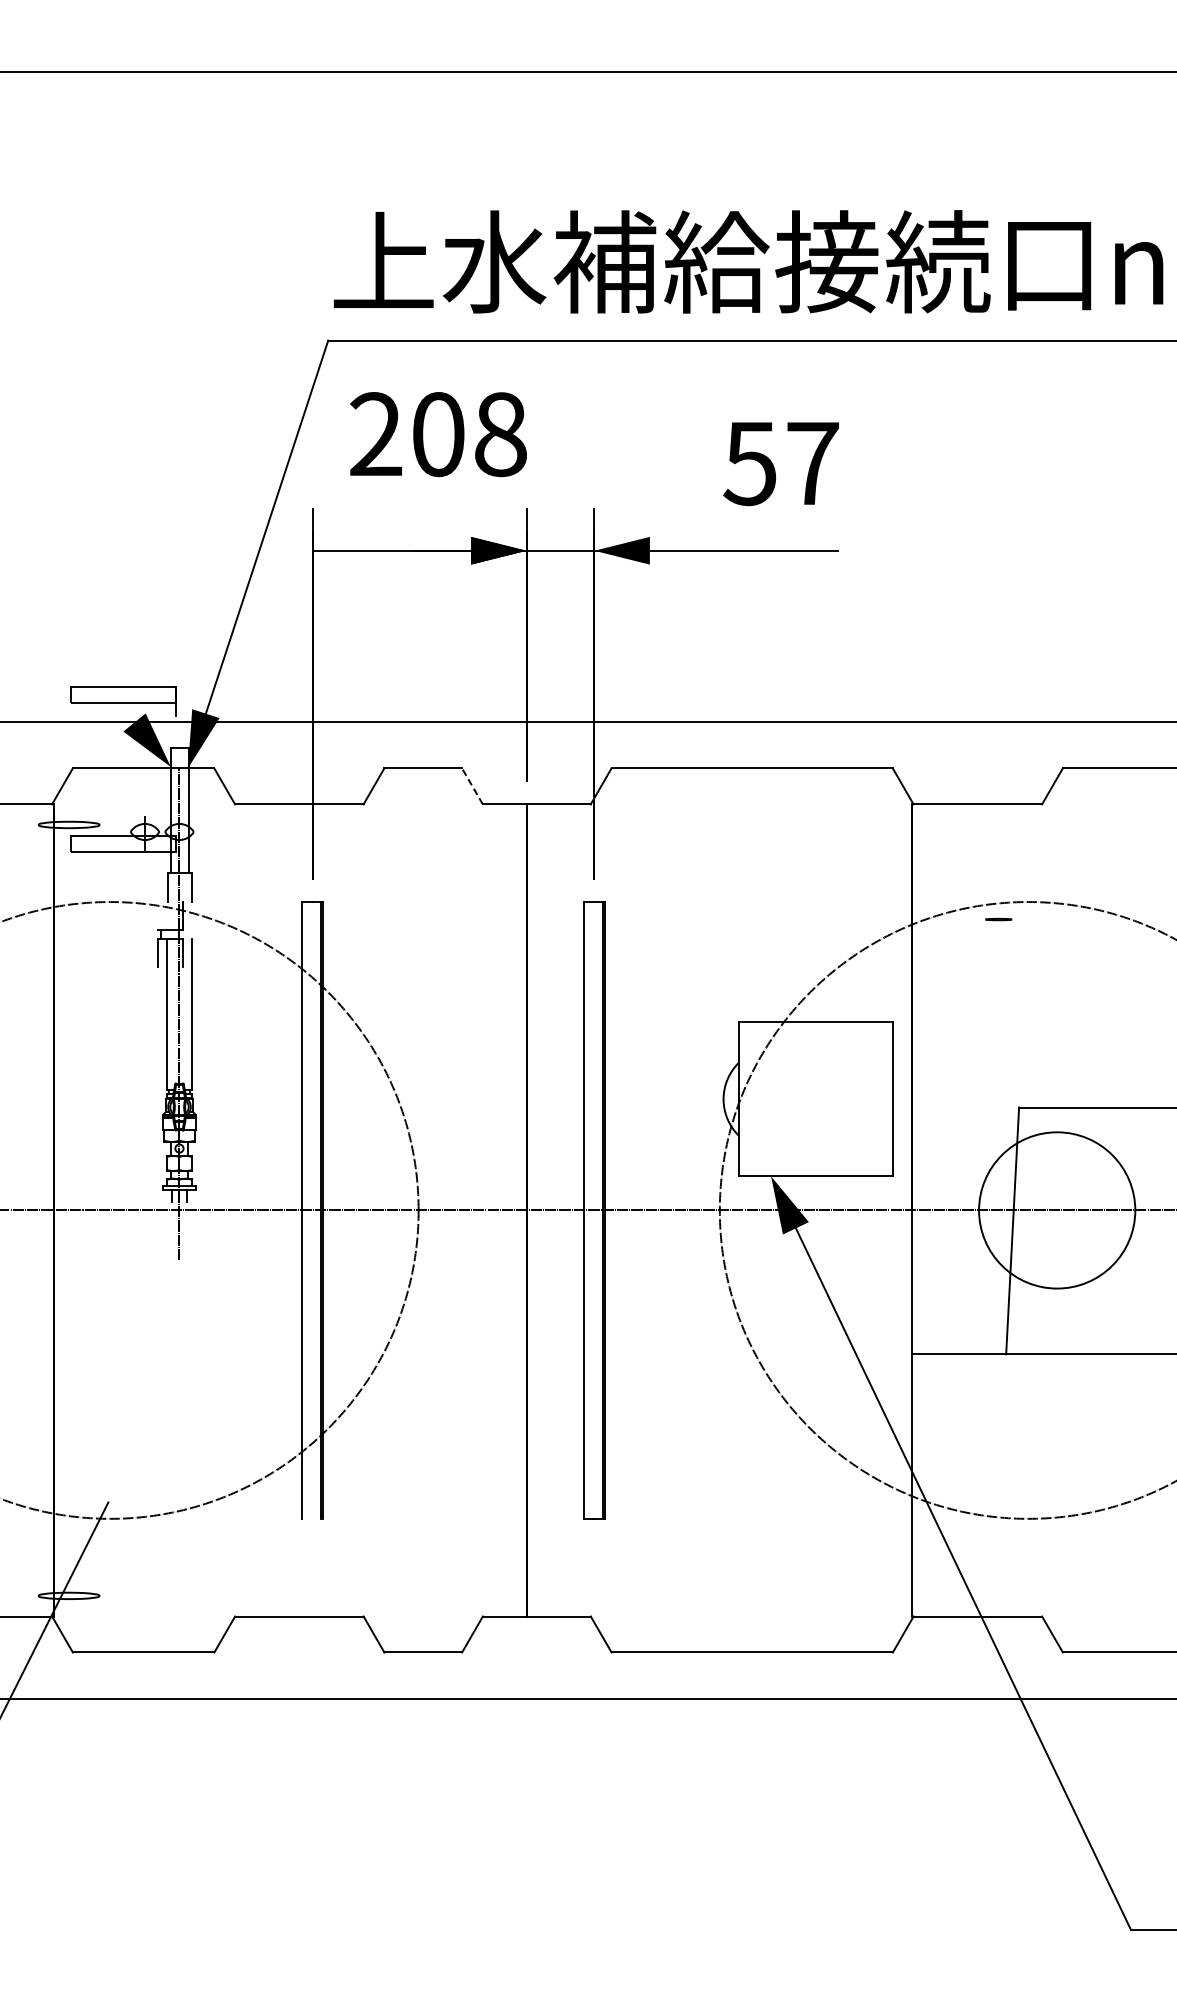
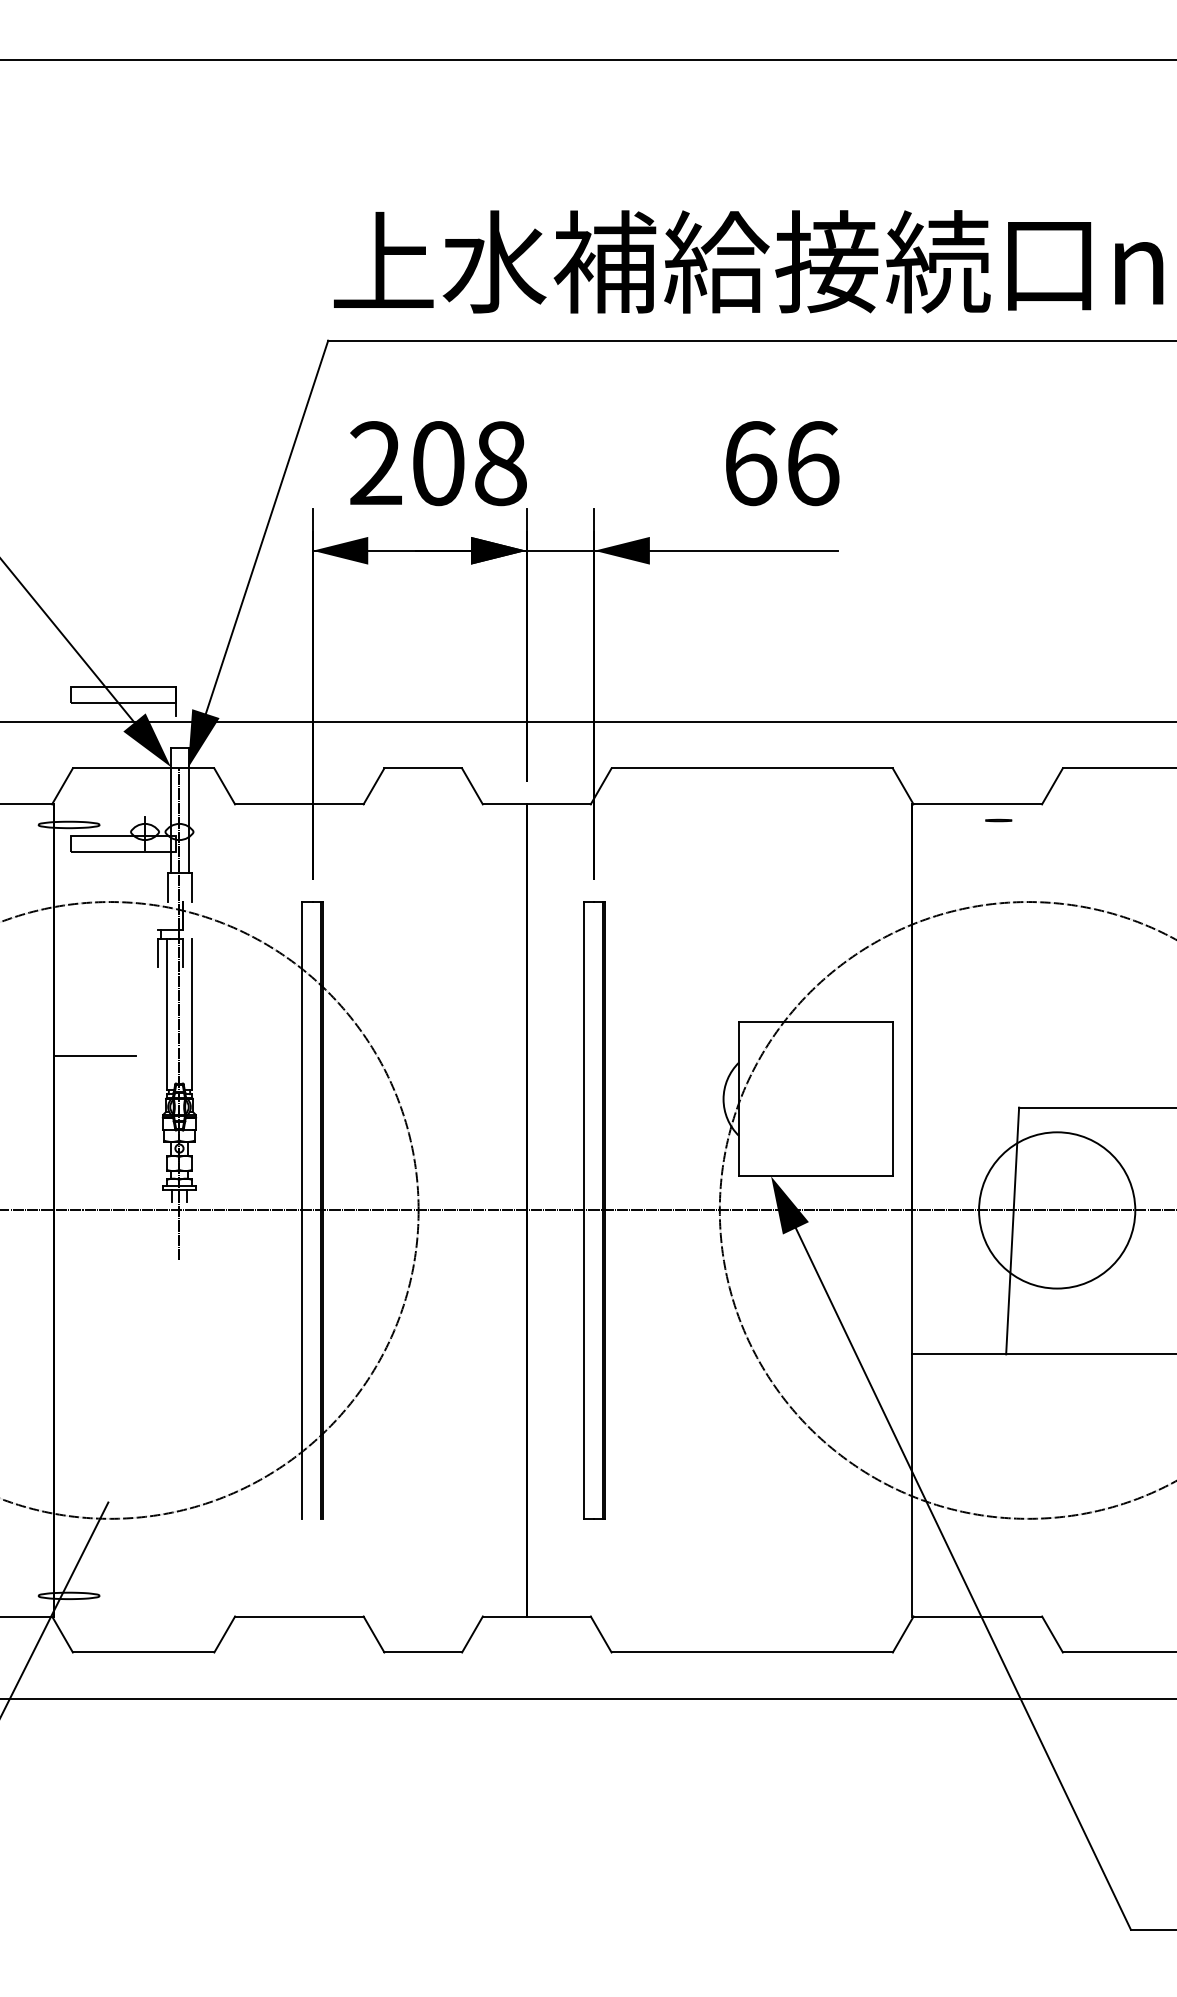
line at (587, 71) position: (587, 71) -> (587, 59)
text at (438, 434) position: (438, 434) -> (438, 463)
text at (781, 463): 57 -> 66
fill at (340, 550): none -> present
line at (68, 641): none -> present
line at (472, 786): dashed -> solid
line at (998, 919) position: (998, 919) -> (998, 820)
line at (94, 1056): none -> present
